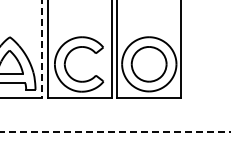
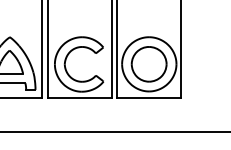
line at (41, 49): dashed -> solid
line at (115, 132): dashed -> solid
